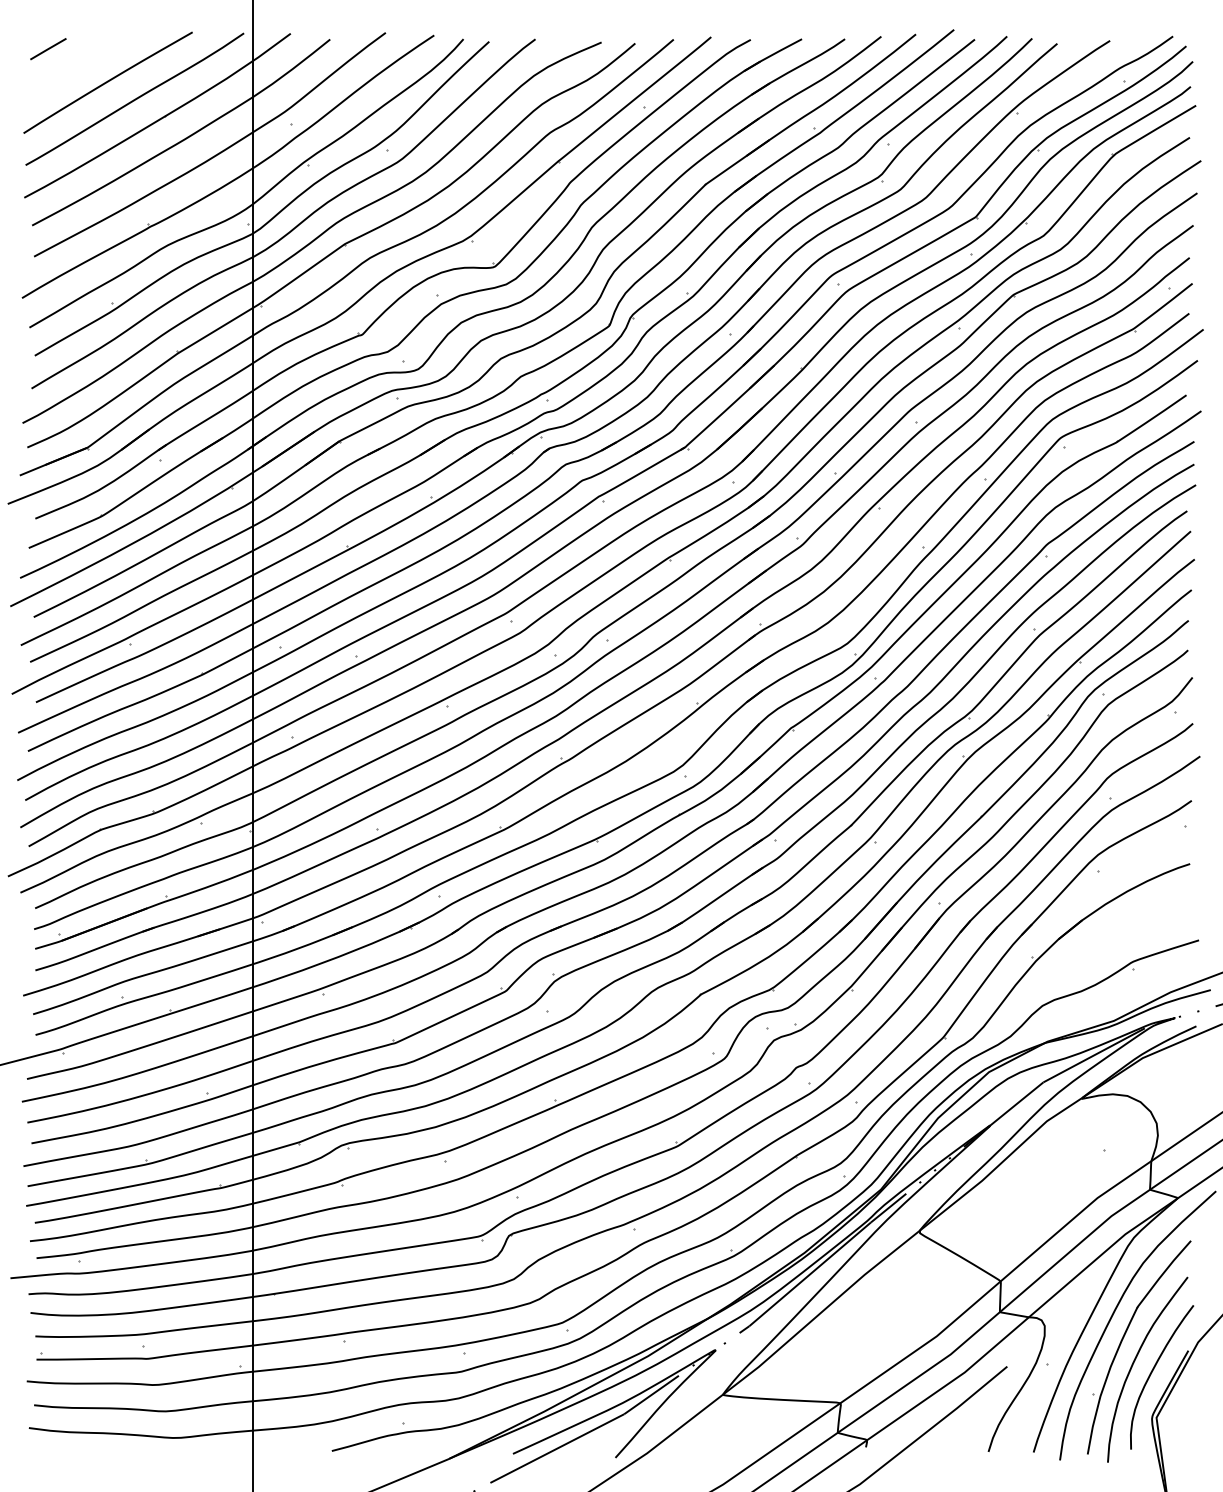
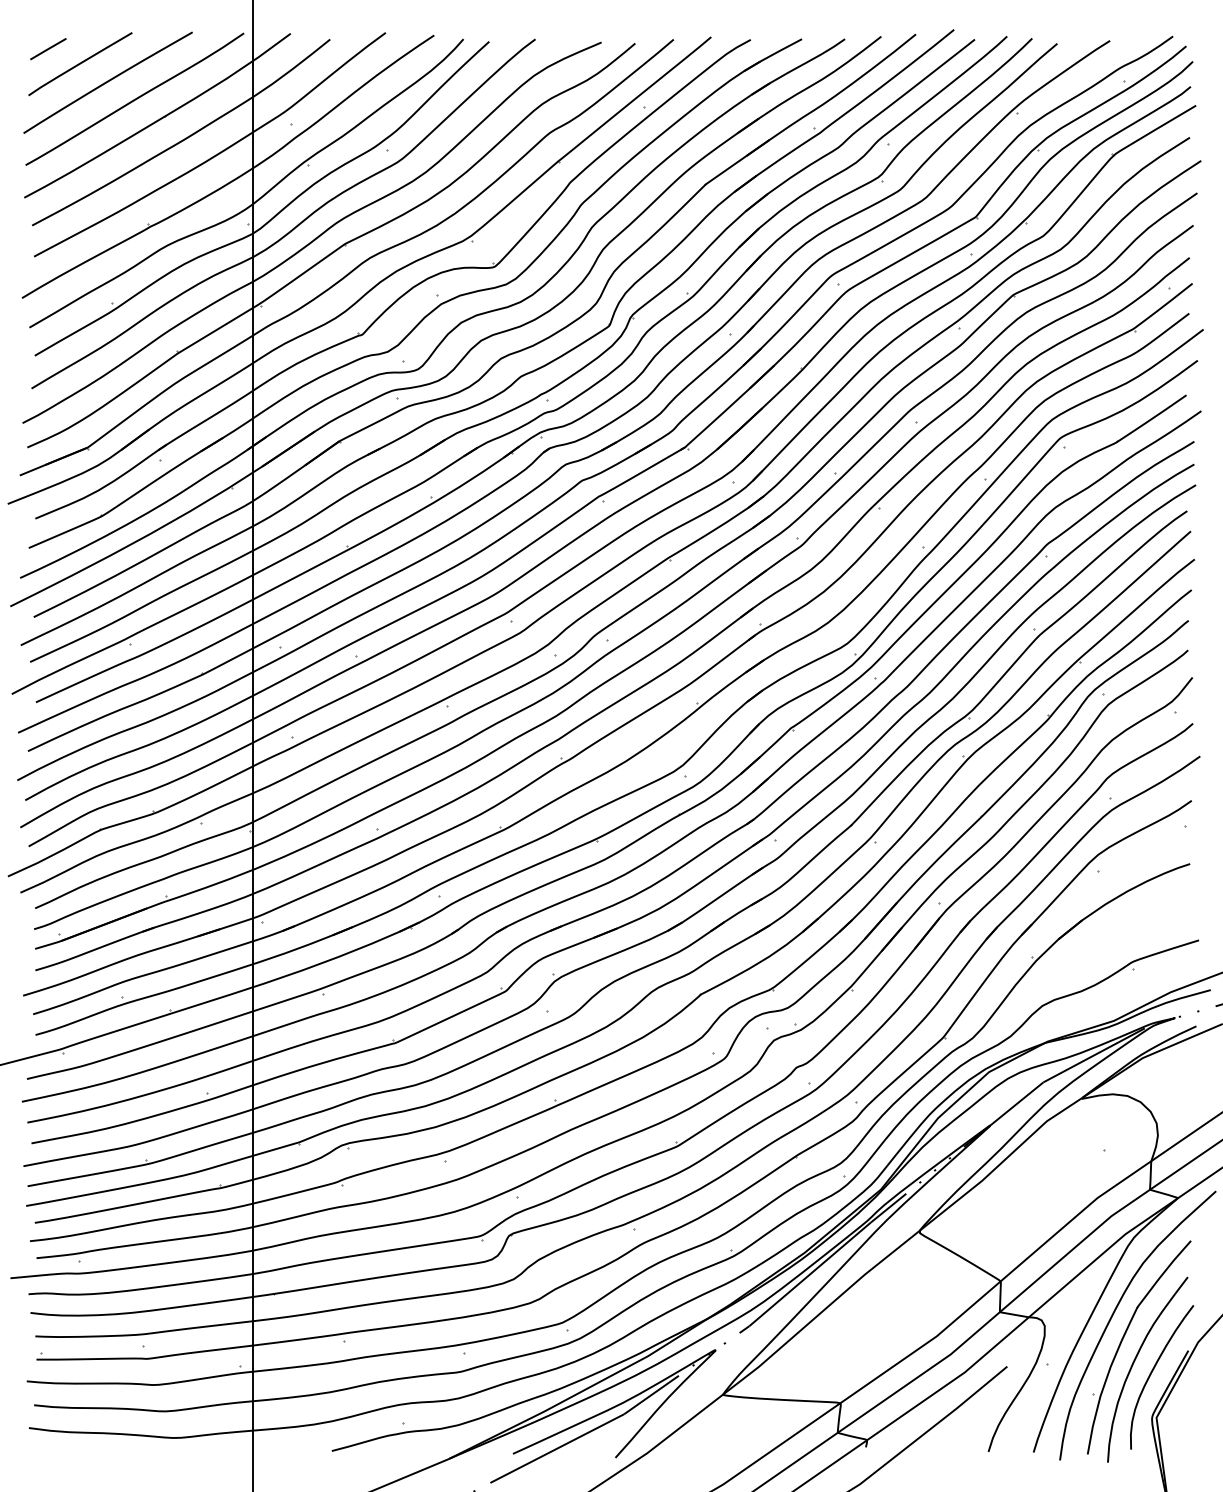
line at (80, 64): none -> present
